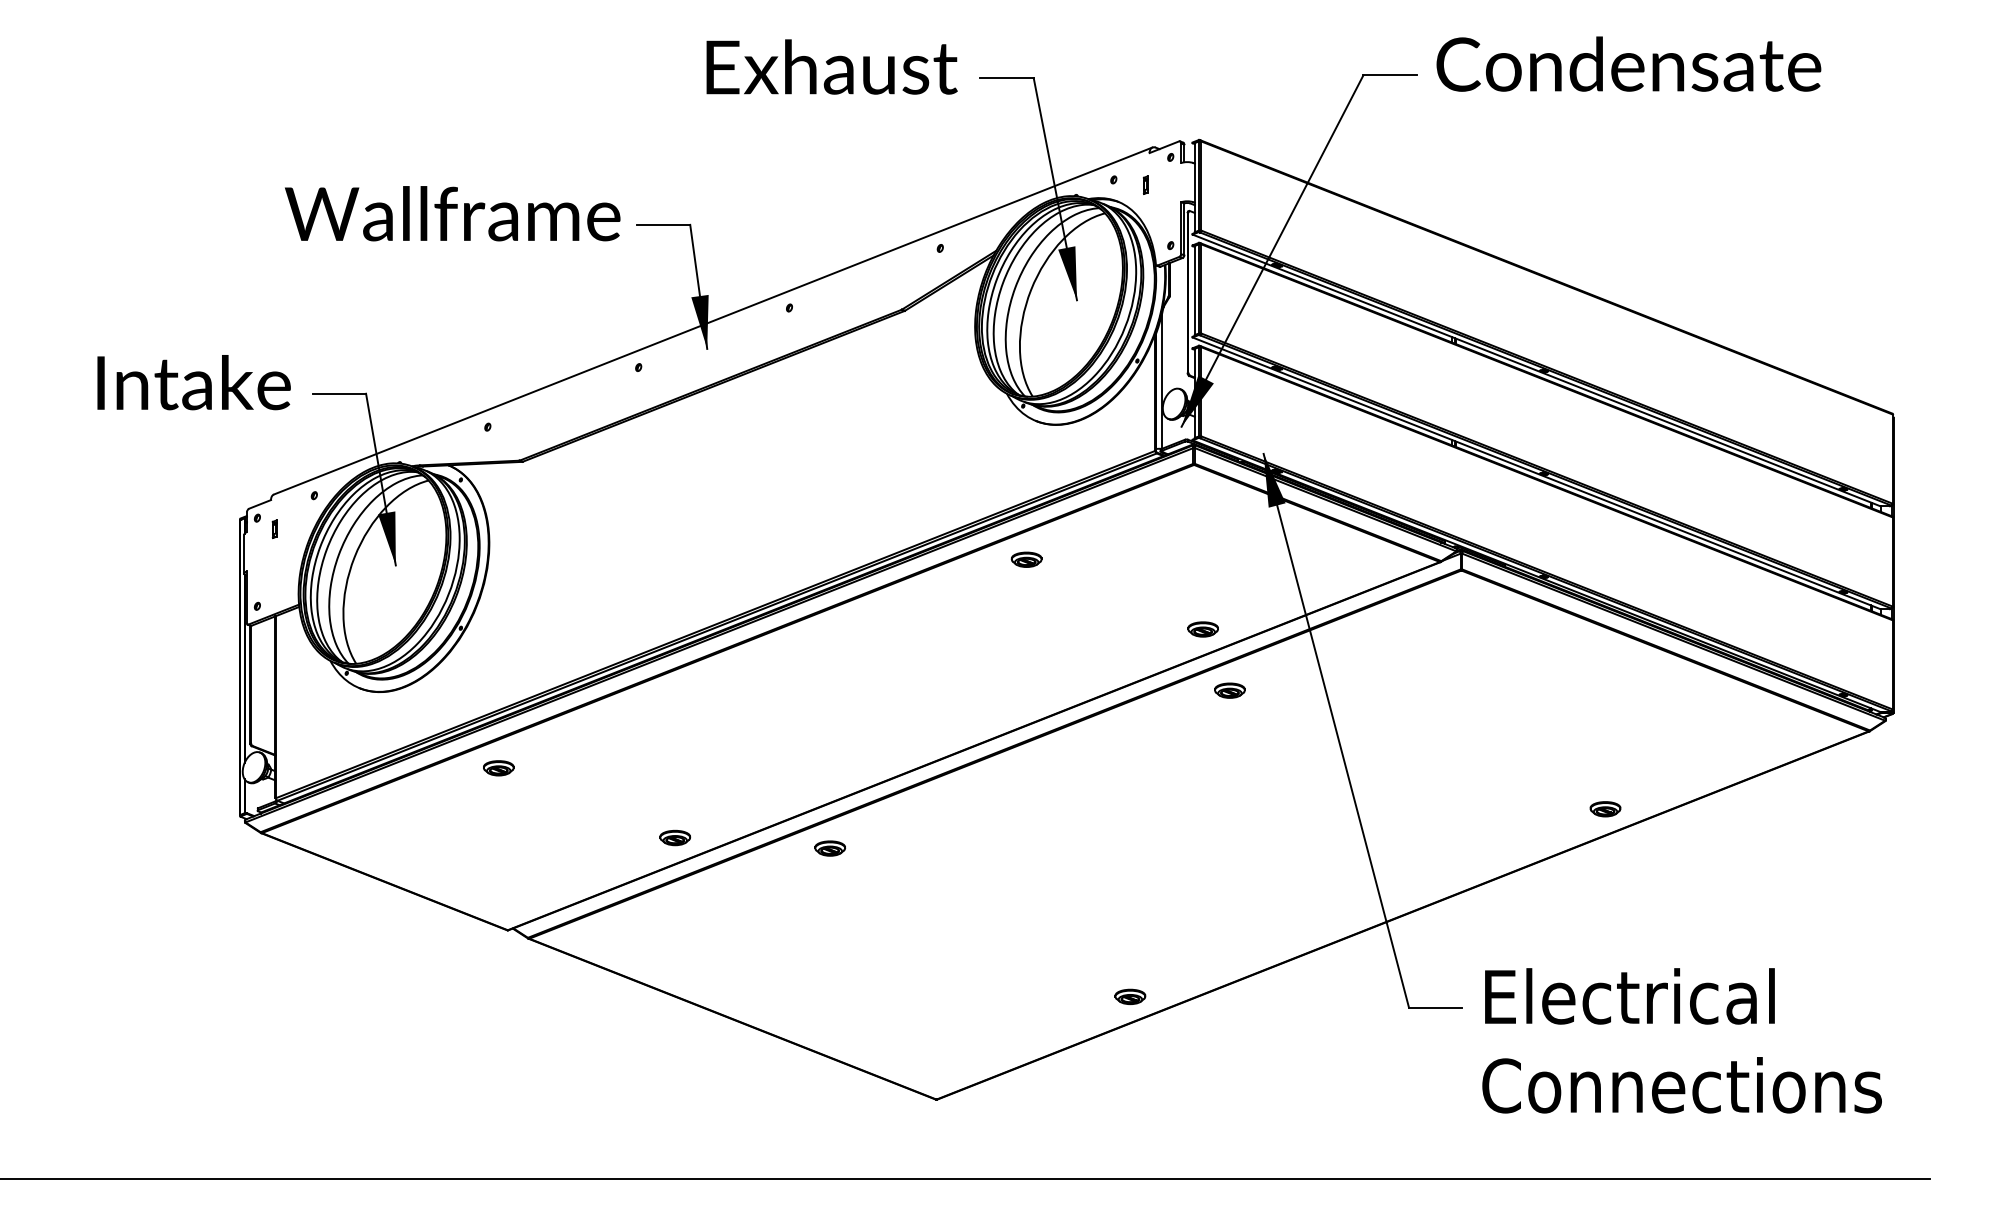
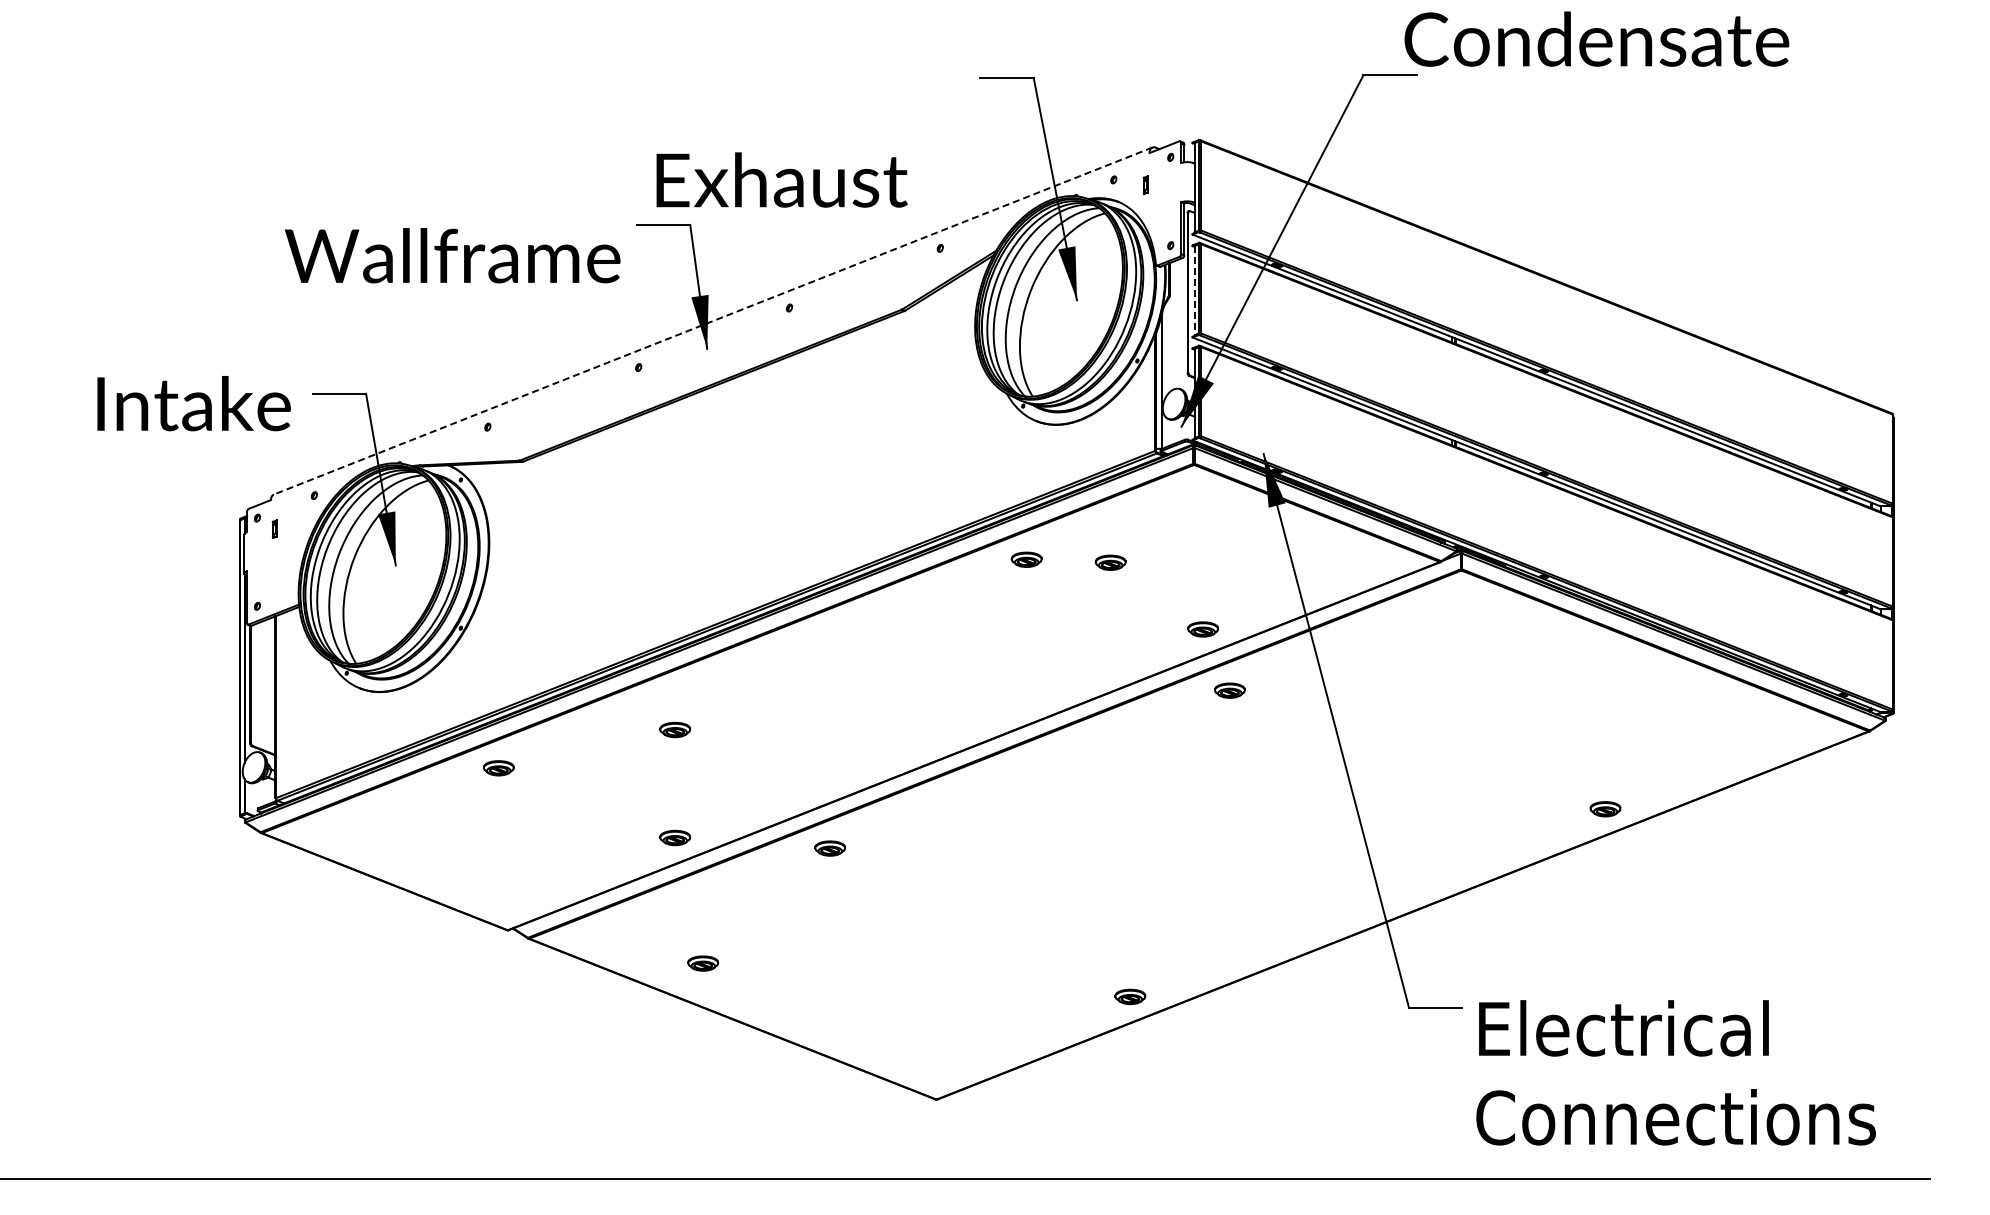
text at (1628, 63) position: (1628, 63) -> (1596, 38)
text at (831, 66) position: (831, 66) -> (781, 179)
text at (452, 213) position: (452, 213) -> (452, 255)
line at (1194, 290): solid -> dashed
line at (712, 321): solid -> dashed
text at (193, 382) position: (193, 382) -> (193, 403)
part at (1110, 562): none -> present
part at (675, 729): none -> present
part at (702, 963): none -> present
text at (1681, 1040) position: (1681, 1040) -> (1675, 1072)
